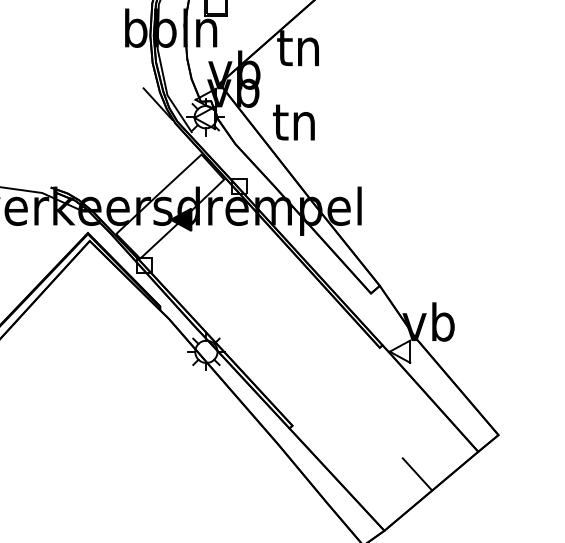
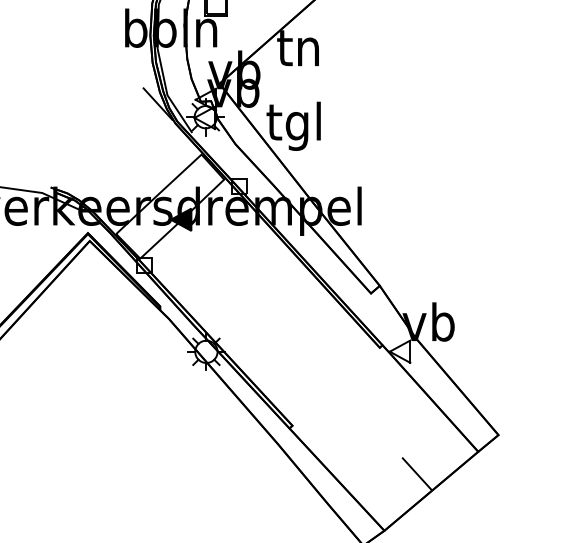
text at (293, 125): tn -> tgl
